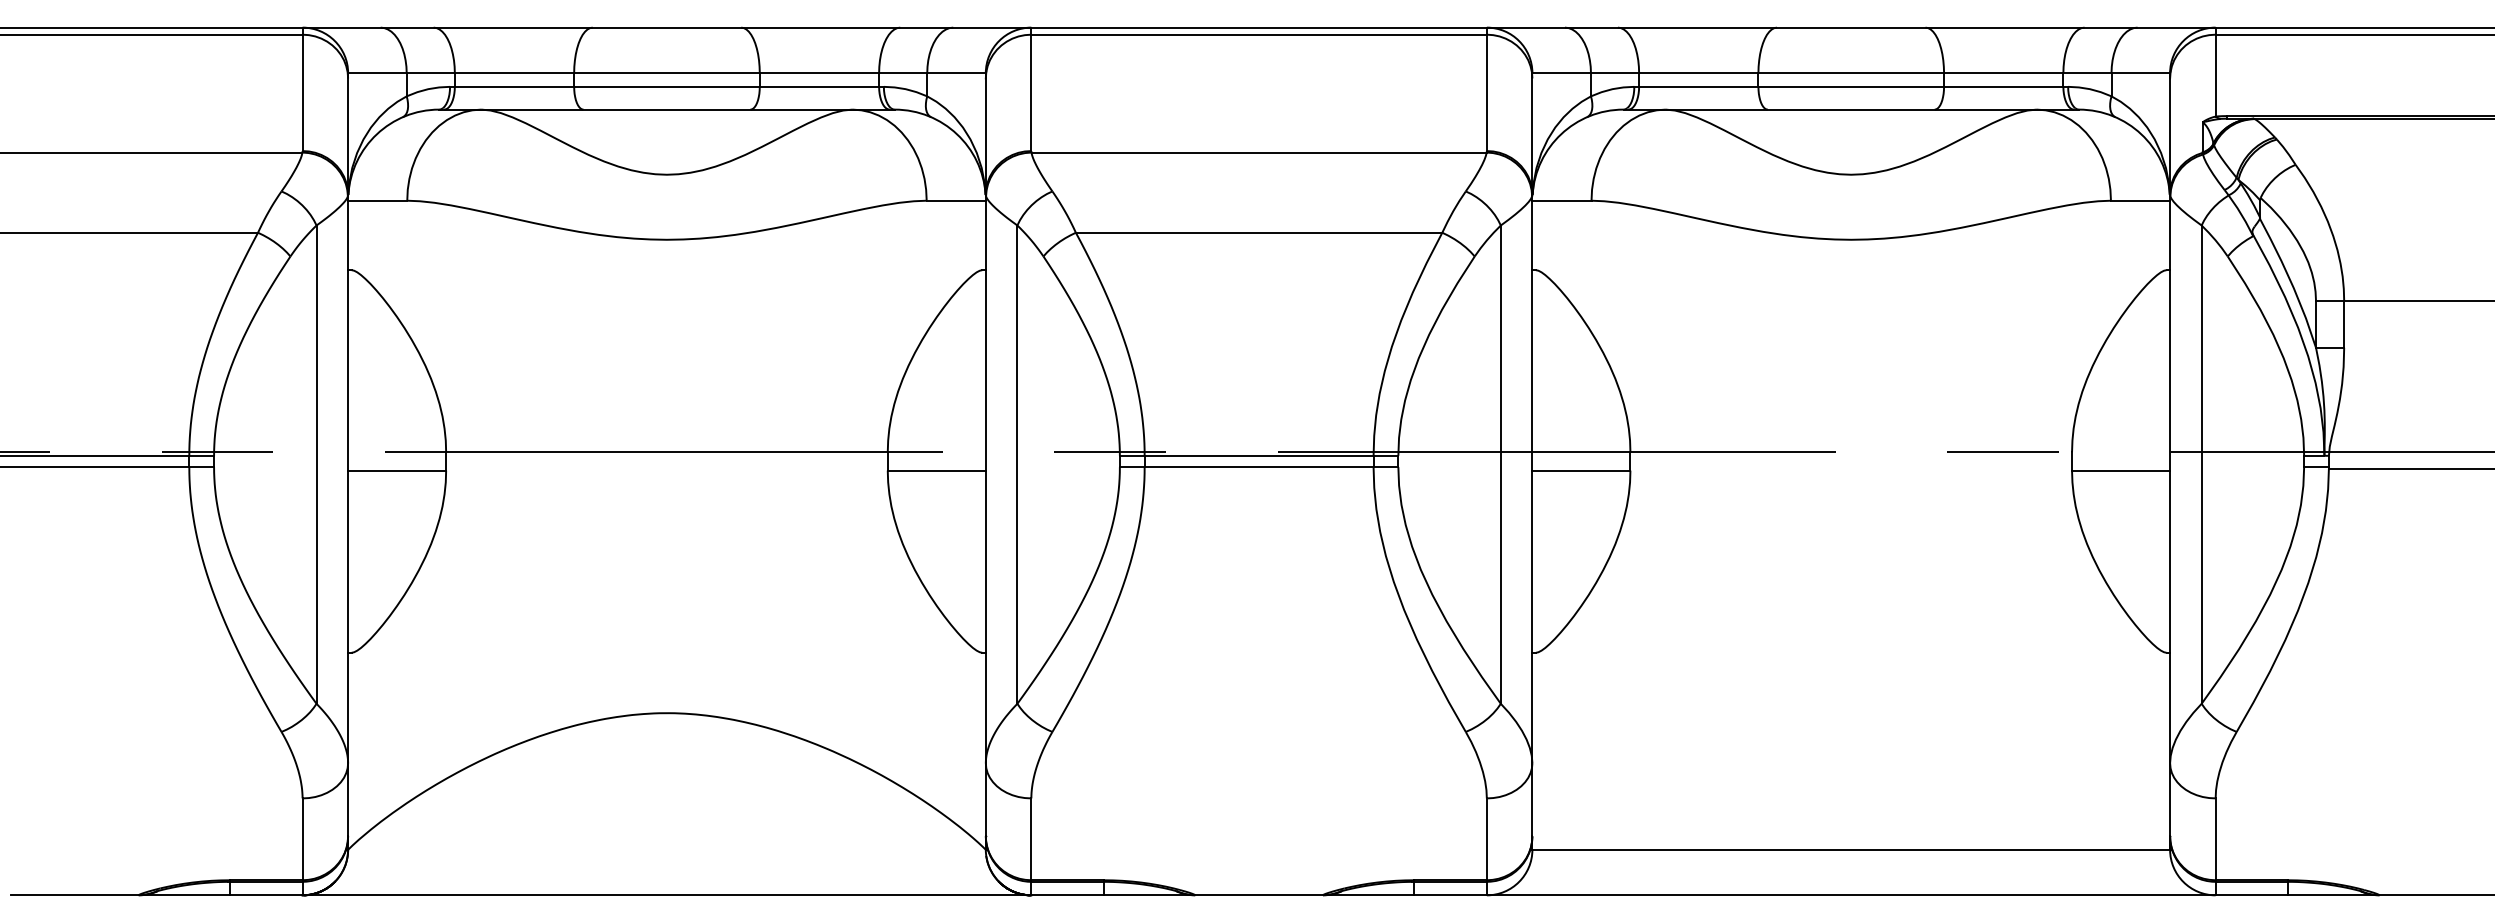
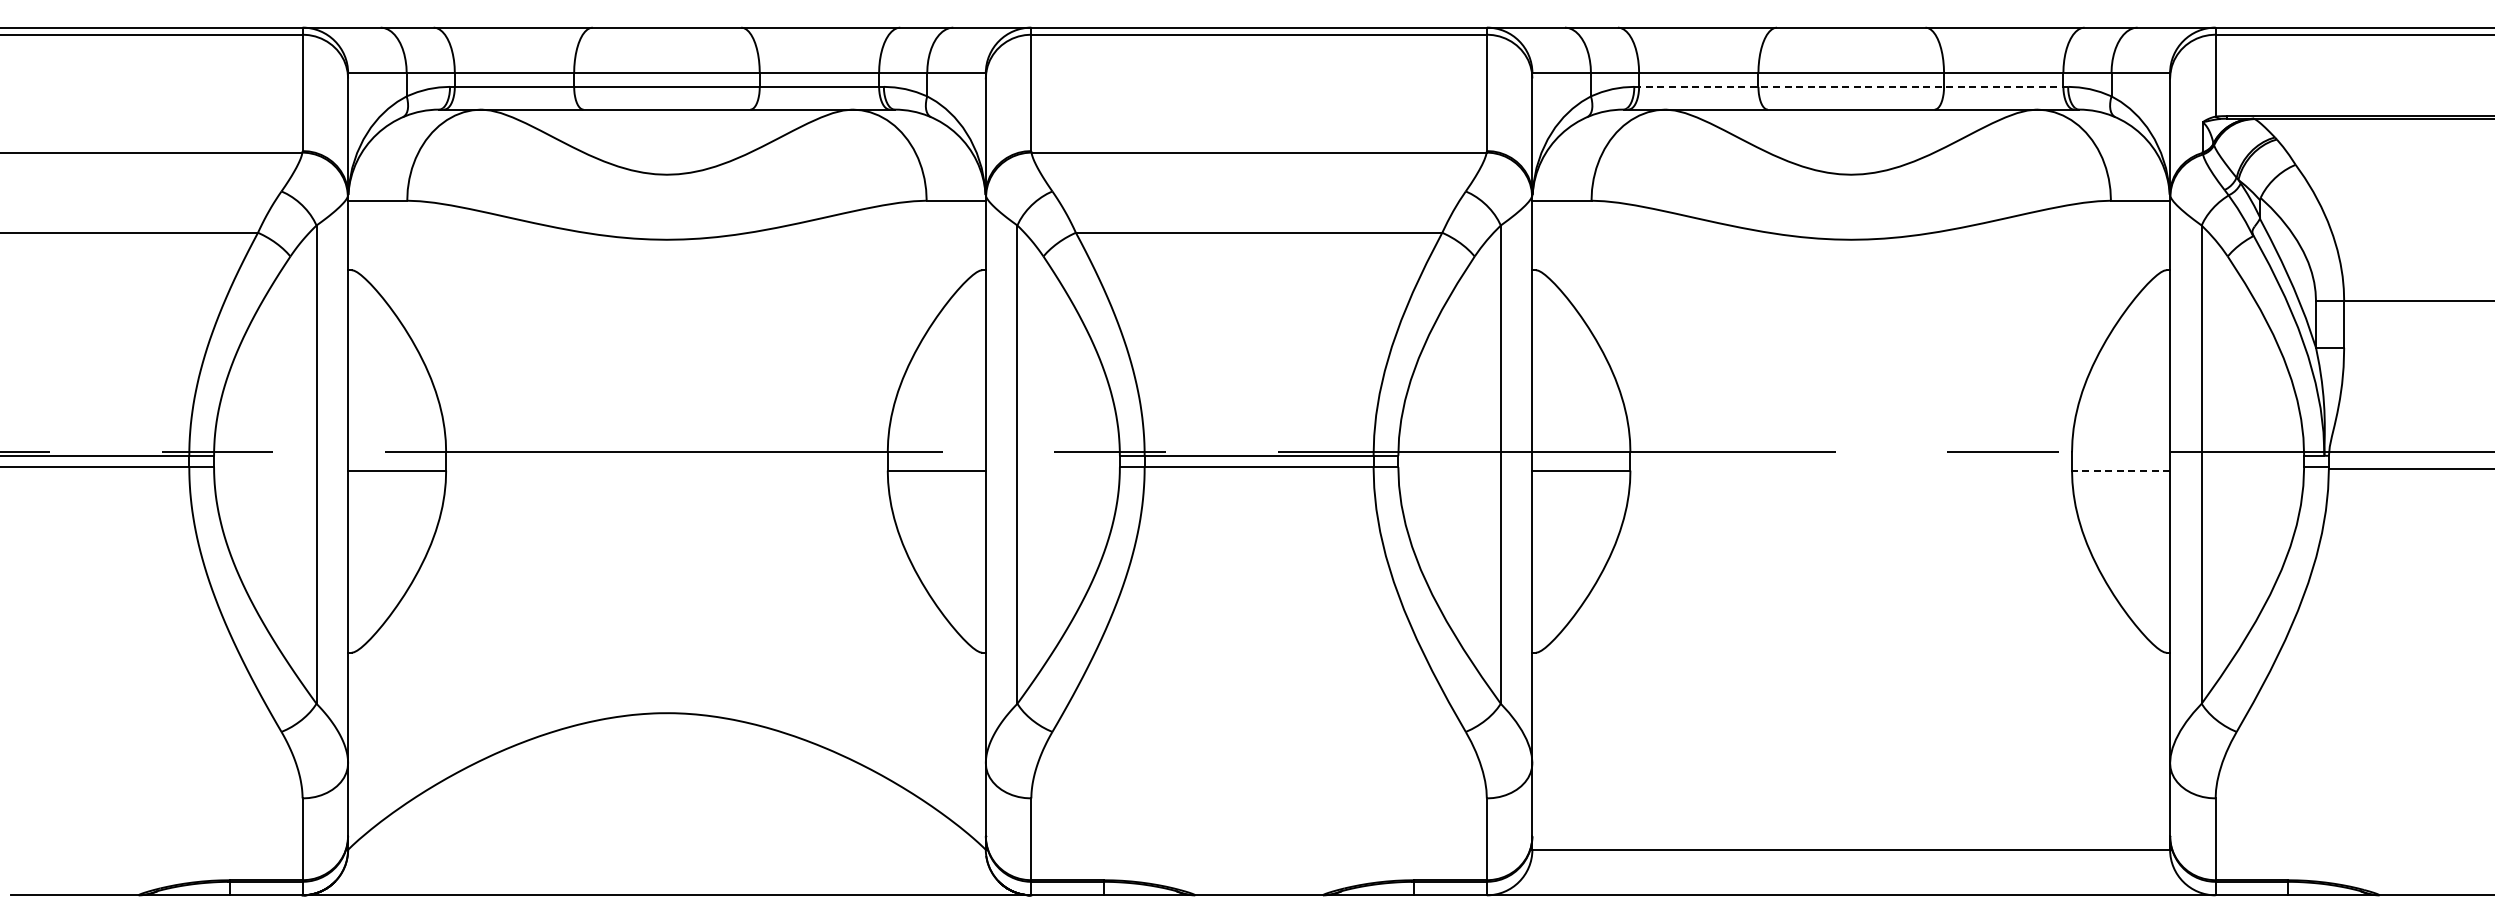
line at (1851, 86): solid -> dashed
line at (2120, 470): solid -> dashed
